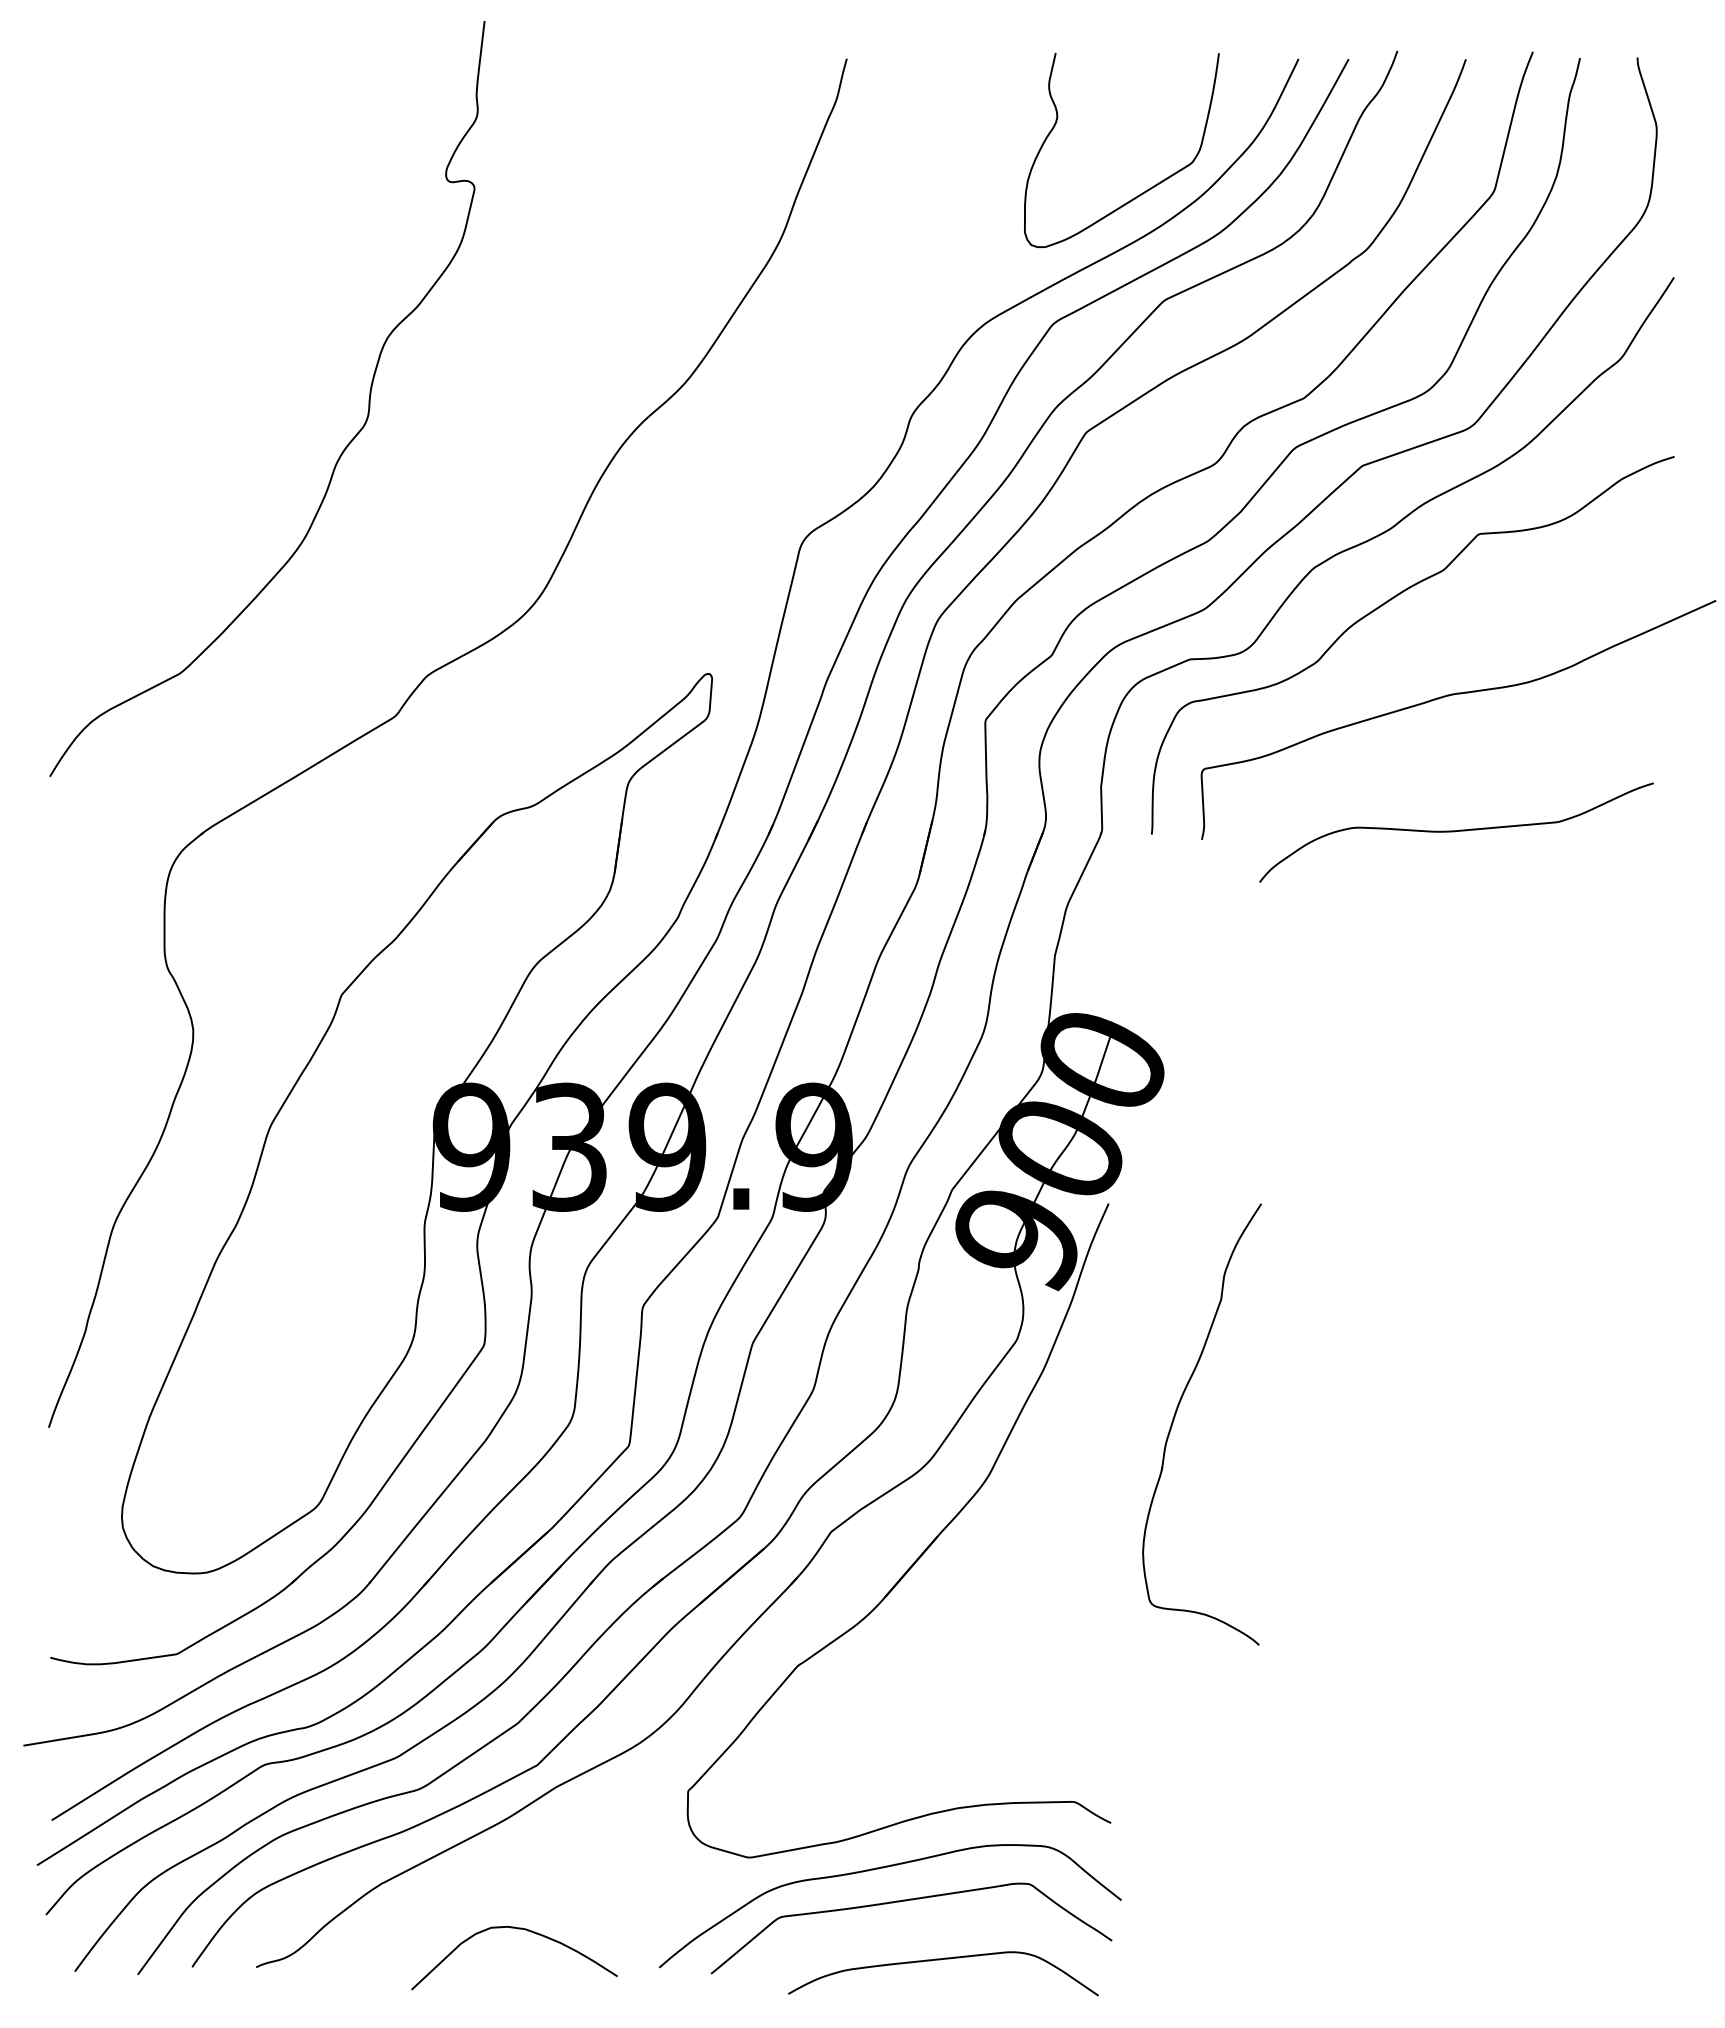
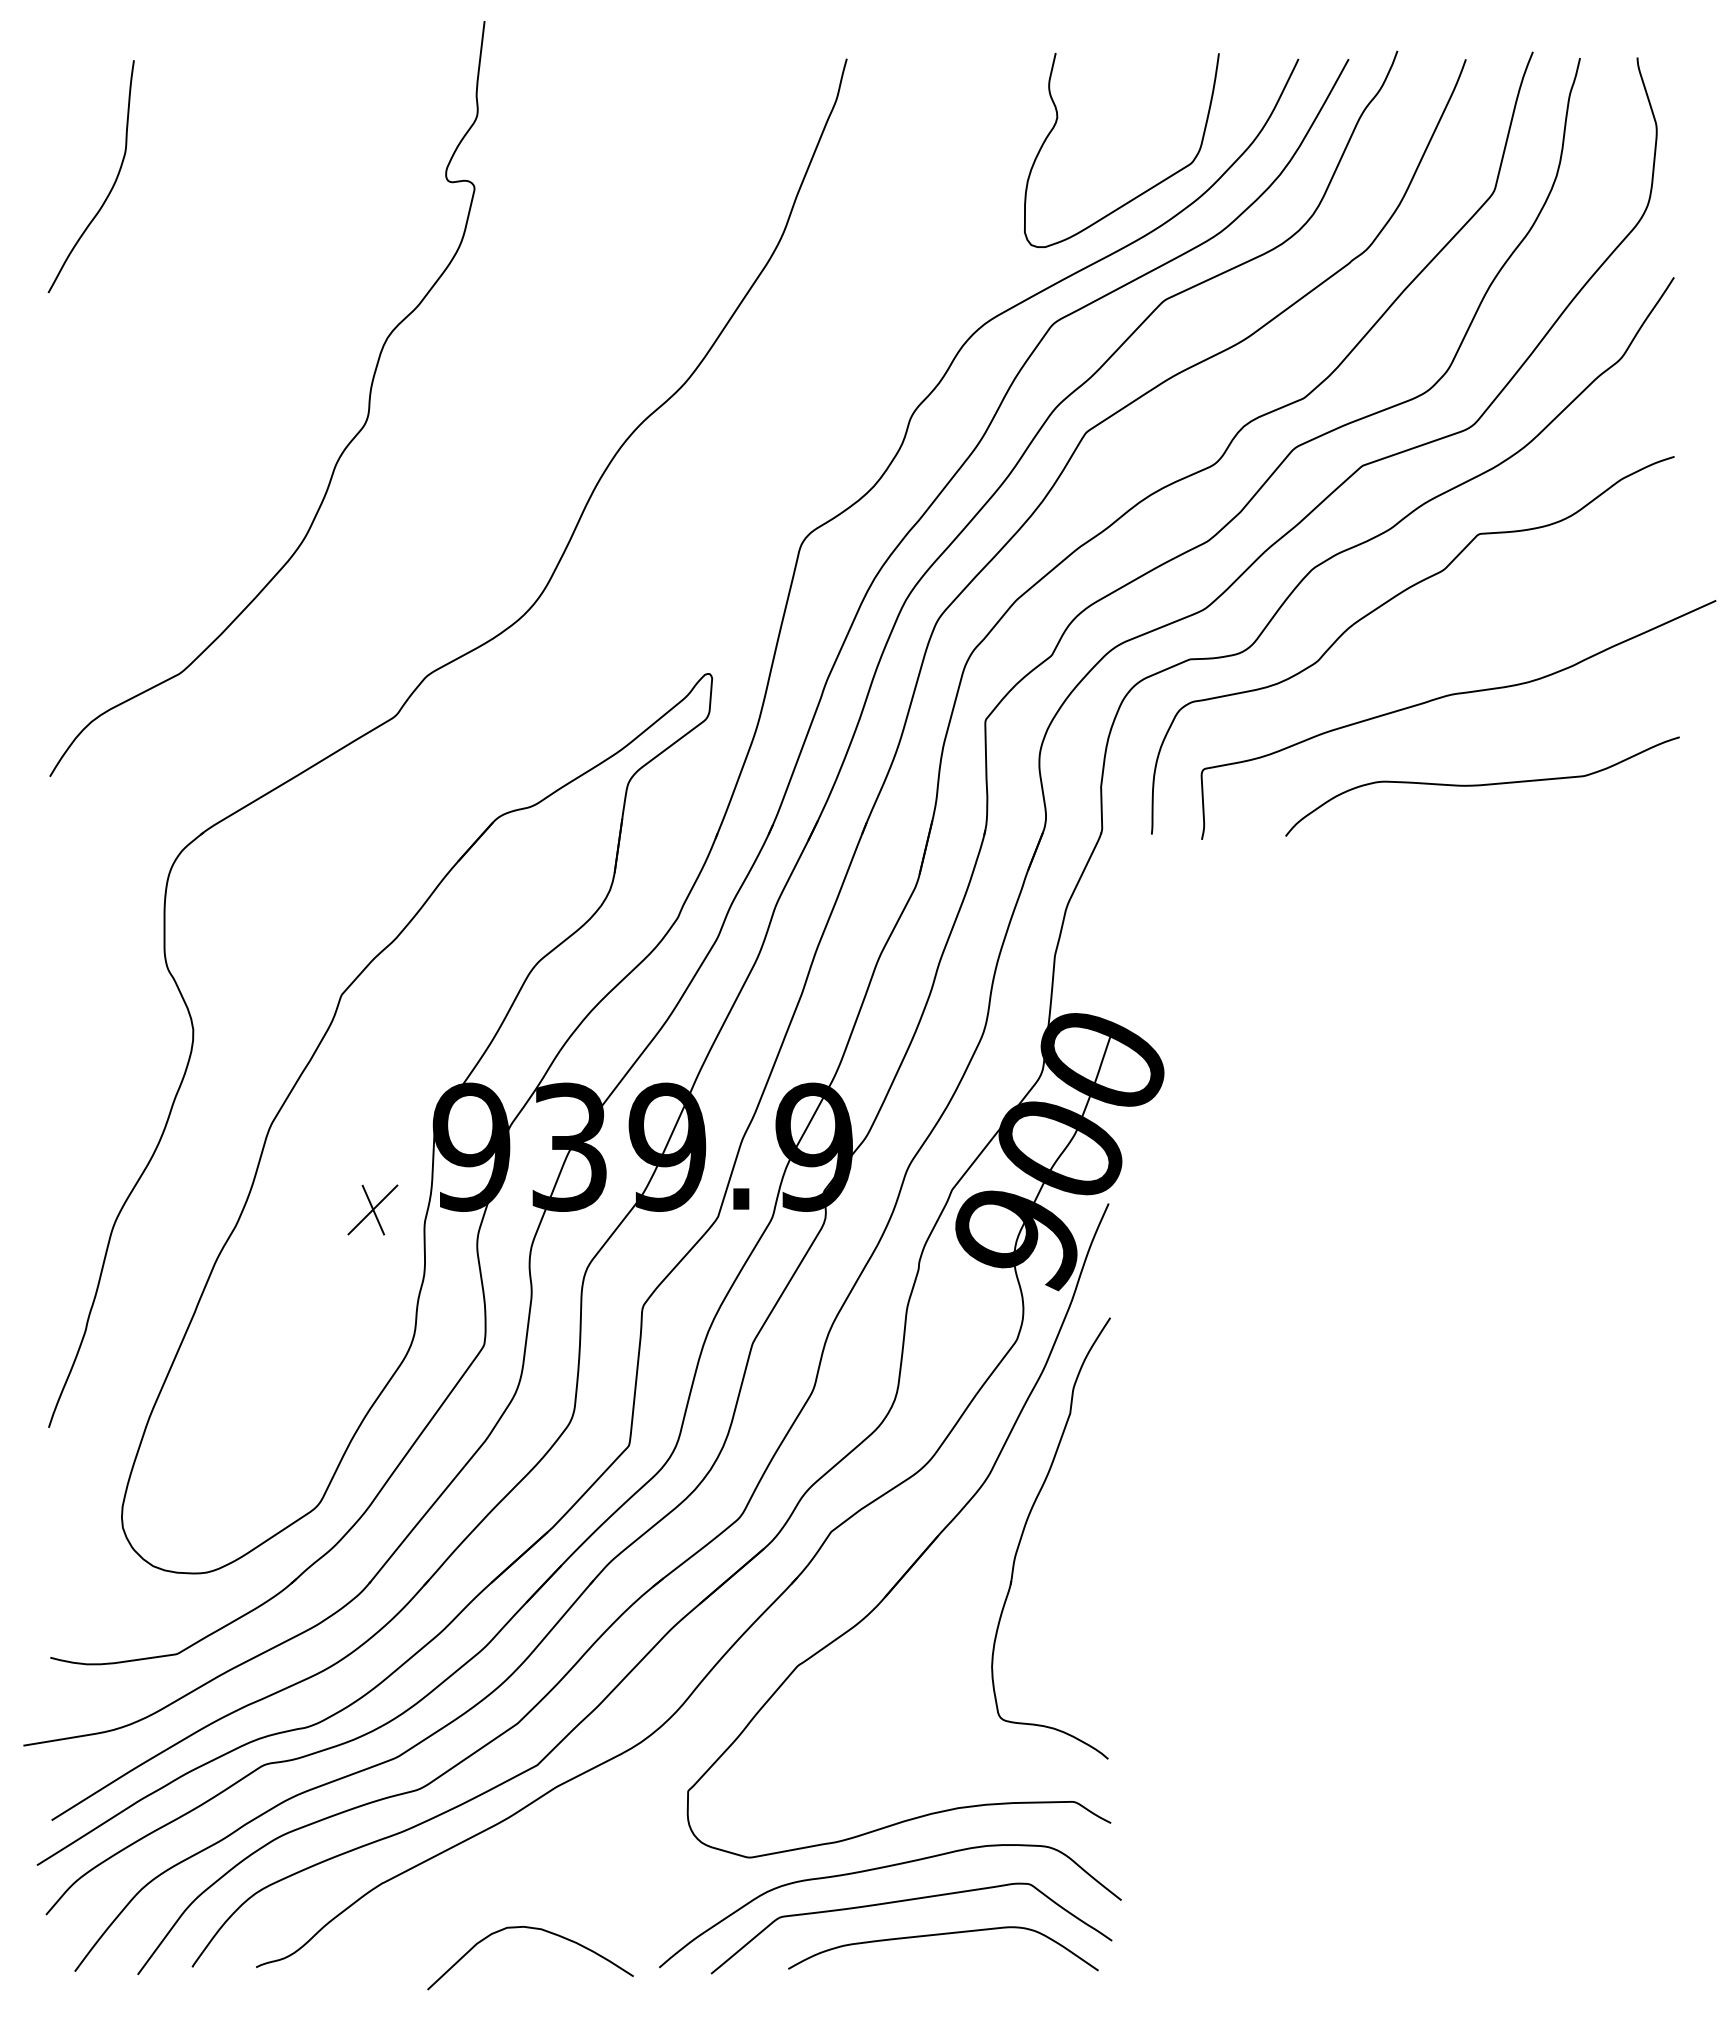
curve at (111, 187): none -> present
curve at (1456, 831) position: (1456, 831) -> (1482, 785)
part at (372, 1209): none -> present
part at (1176, 1414) position: (1176, 1414) -> (1025, 1528)
curve at (517, 1929) position: (517, 1929) -> (533, 1929)
curve at (940, 1960) position: (940, 1960) -> (940, 1935)
